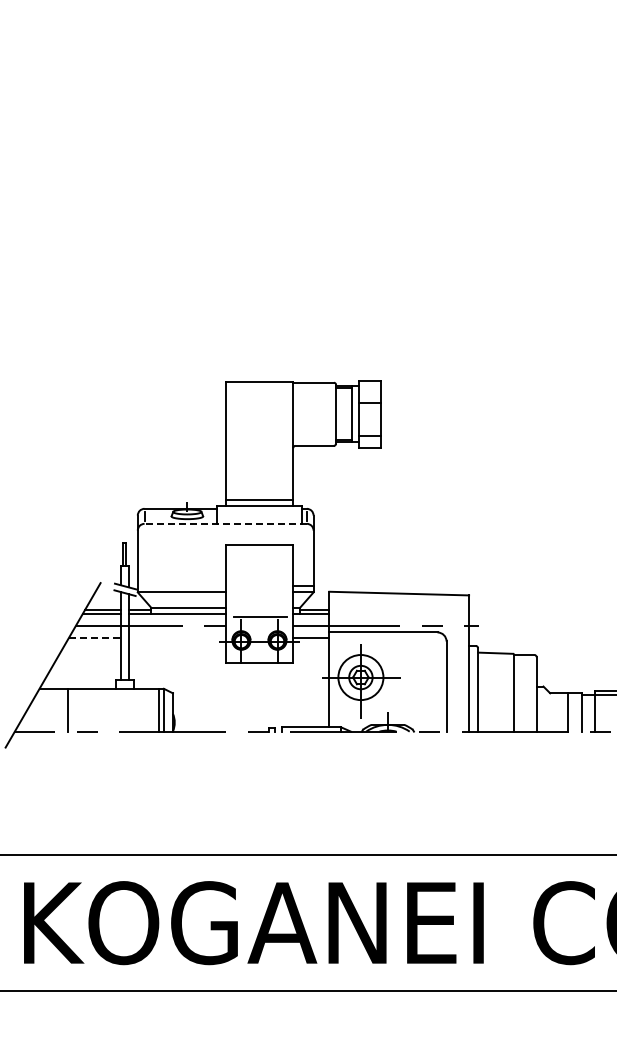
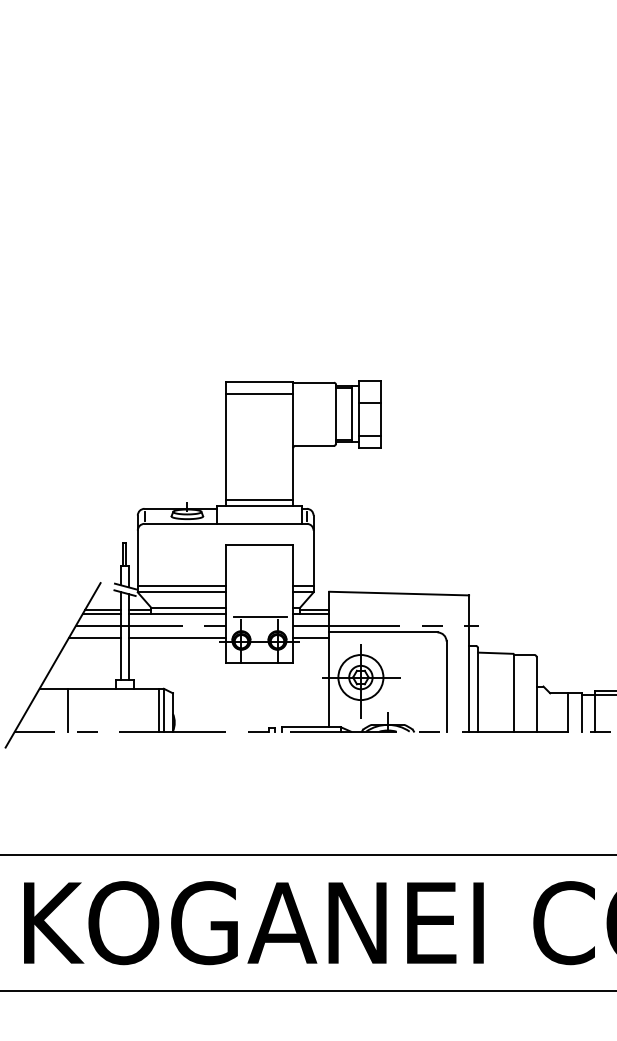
line at (259, 393): none -> present
line at (225, 523): dashed -> solid
line at (181, 585): none -> present
line at (94, 637): dashed -> solid
line at (176, 637): none -> present
